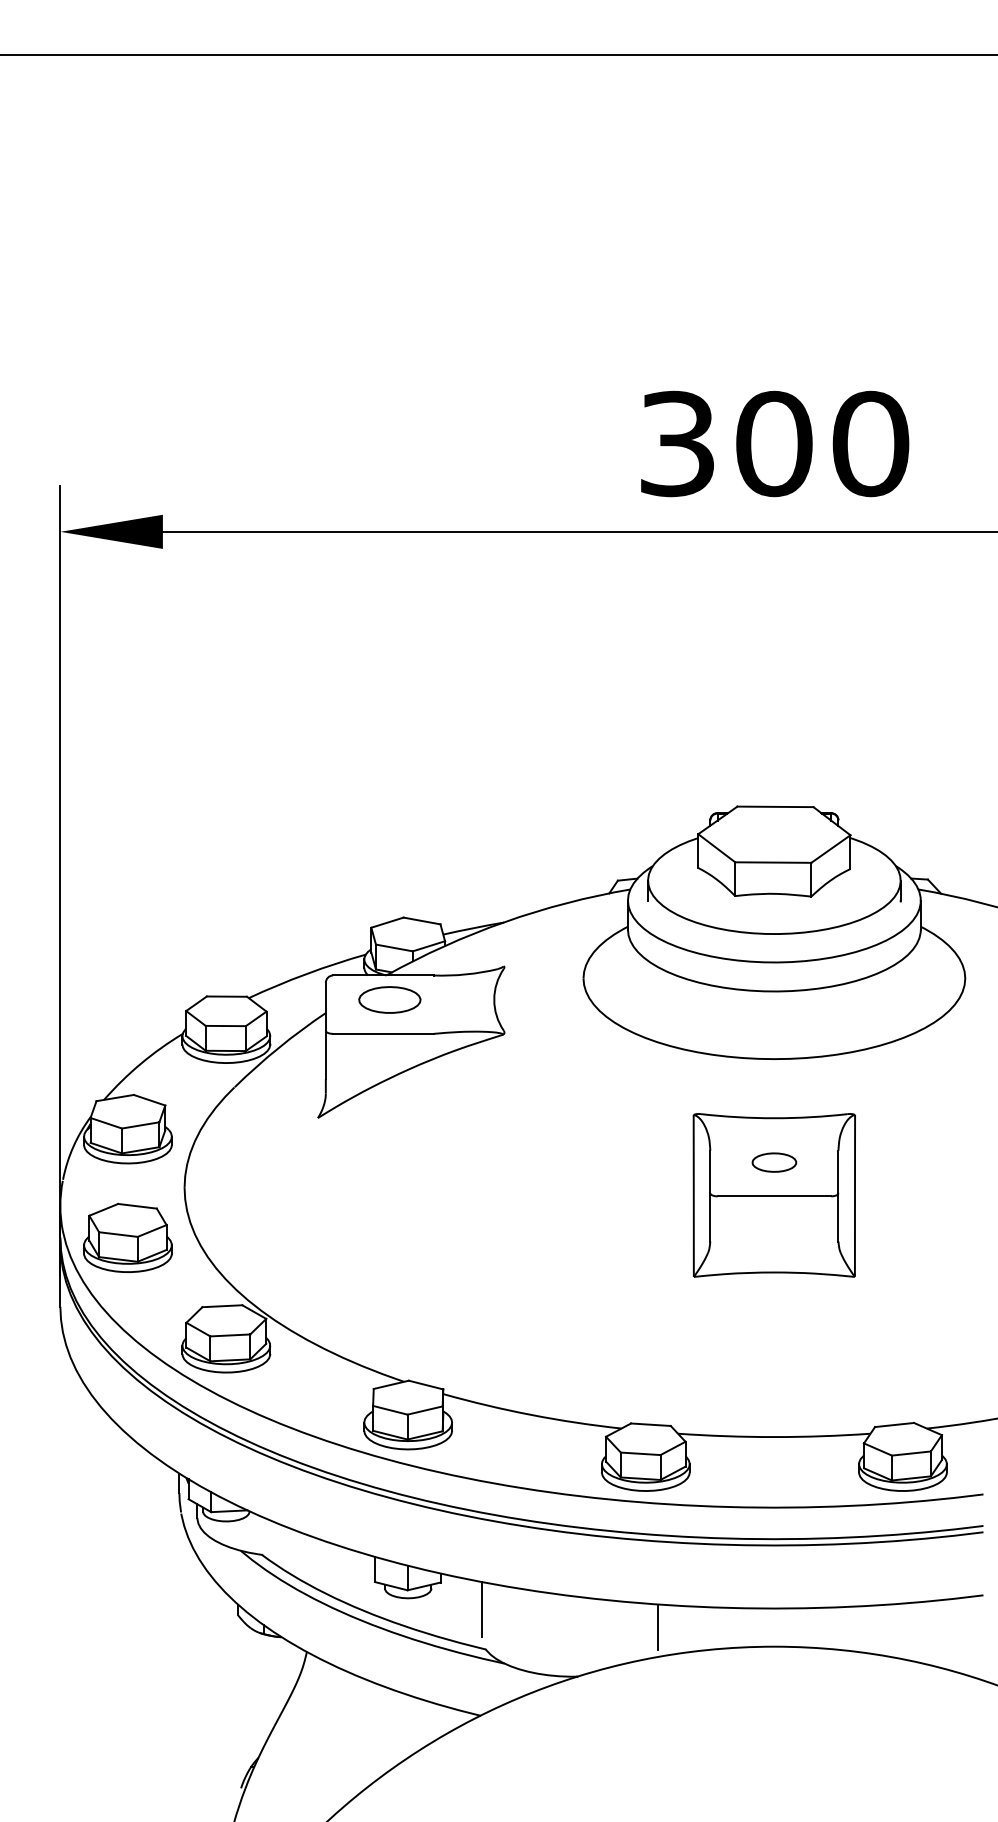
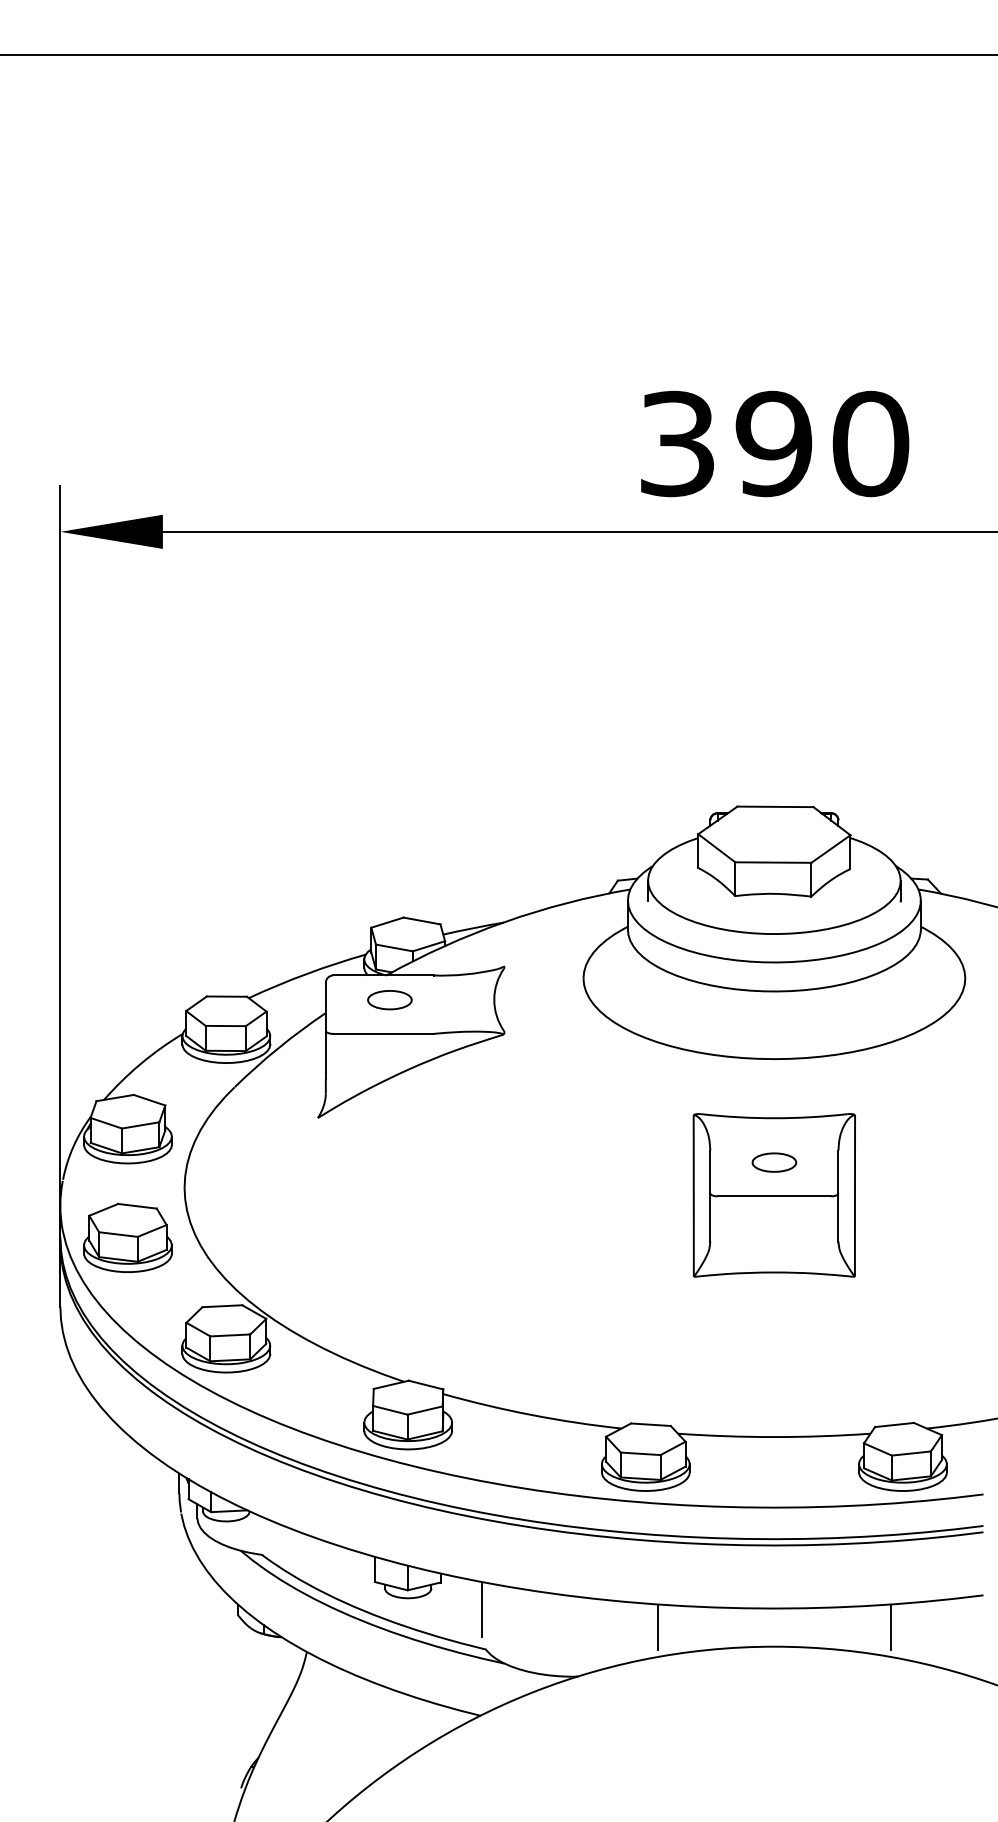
text at (773, 443): 300 -> 390
part at (389, 999) size: 64x28 px -> 46x21 px
line at (890, 1626): none -> present
